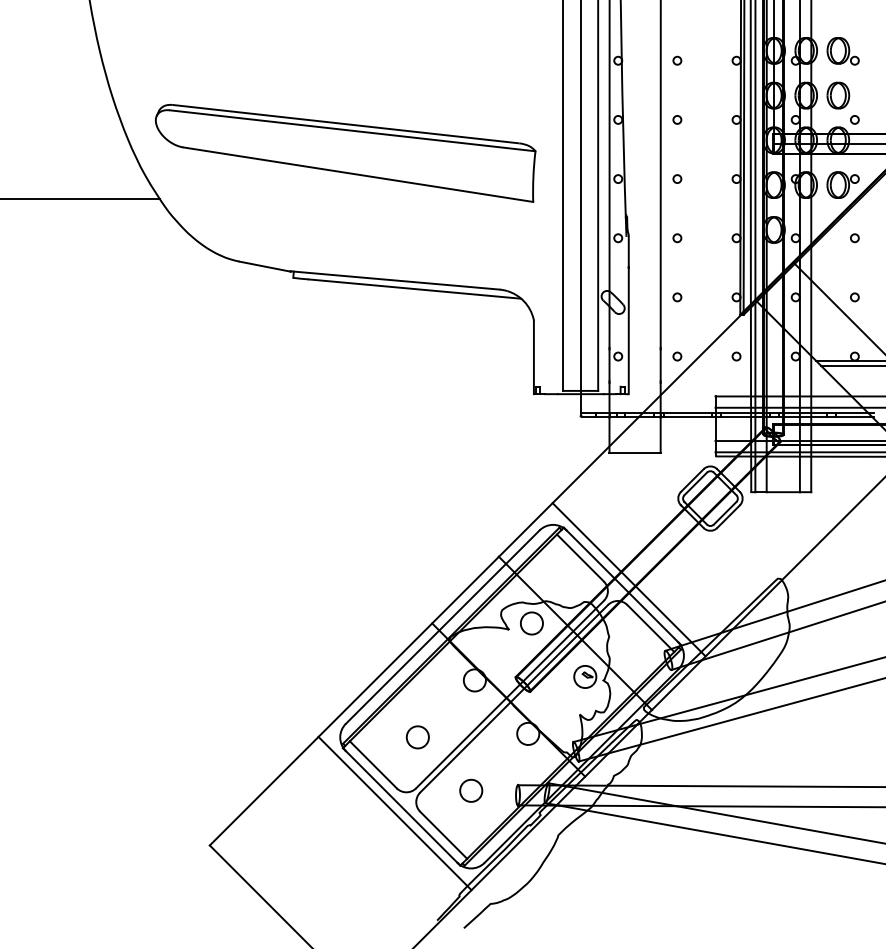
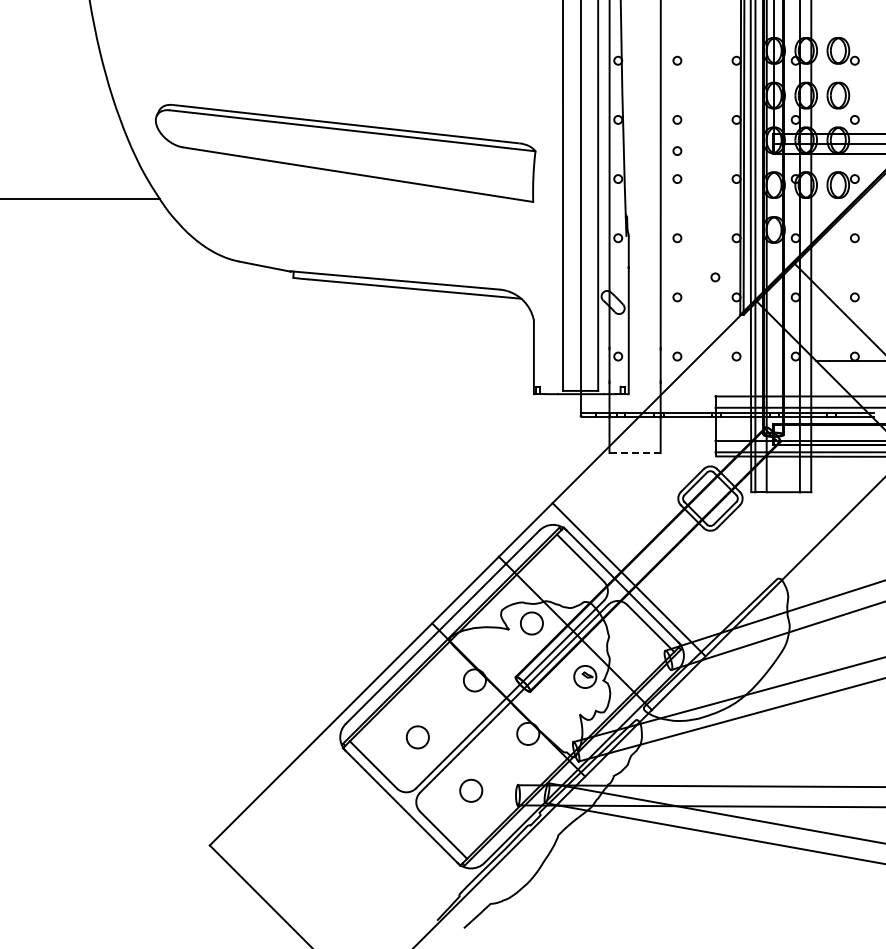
circle at (677, 150): none -> present
circle at (715, 277): none -> present
line at (851, 365): present -> none
line at (635, 453): solid -> dashed
line at (394, 813): present -> none
